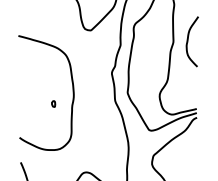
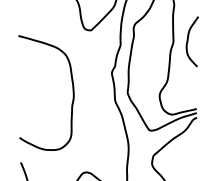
part at (53, 103): present -> none
